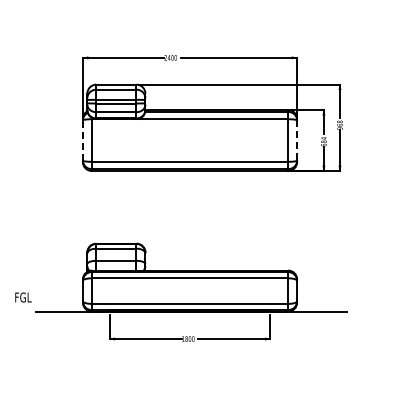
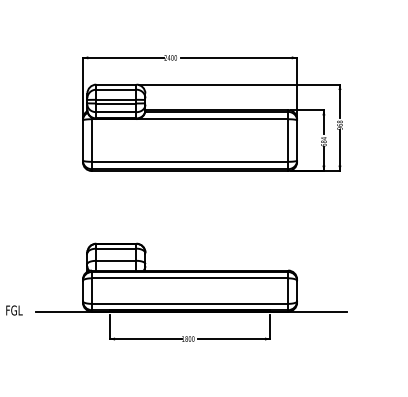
line at (82, 140): dashed -> solid
line at (297, 141): dashed -> solid
text at (23, 297) position: (23, 297) -> (14, 310)
